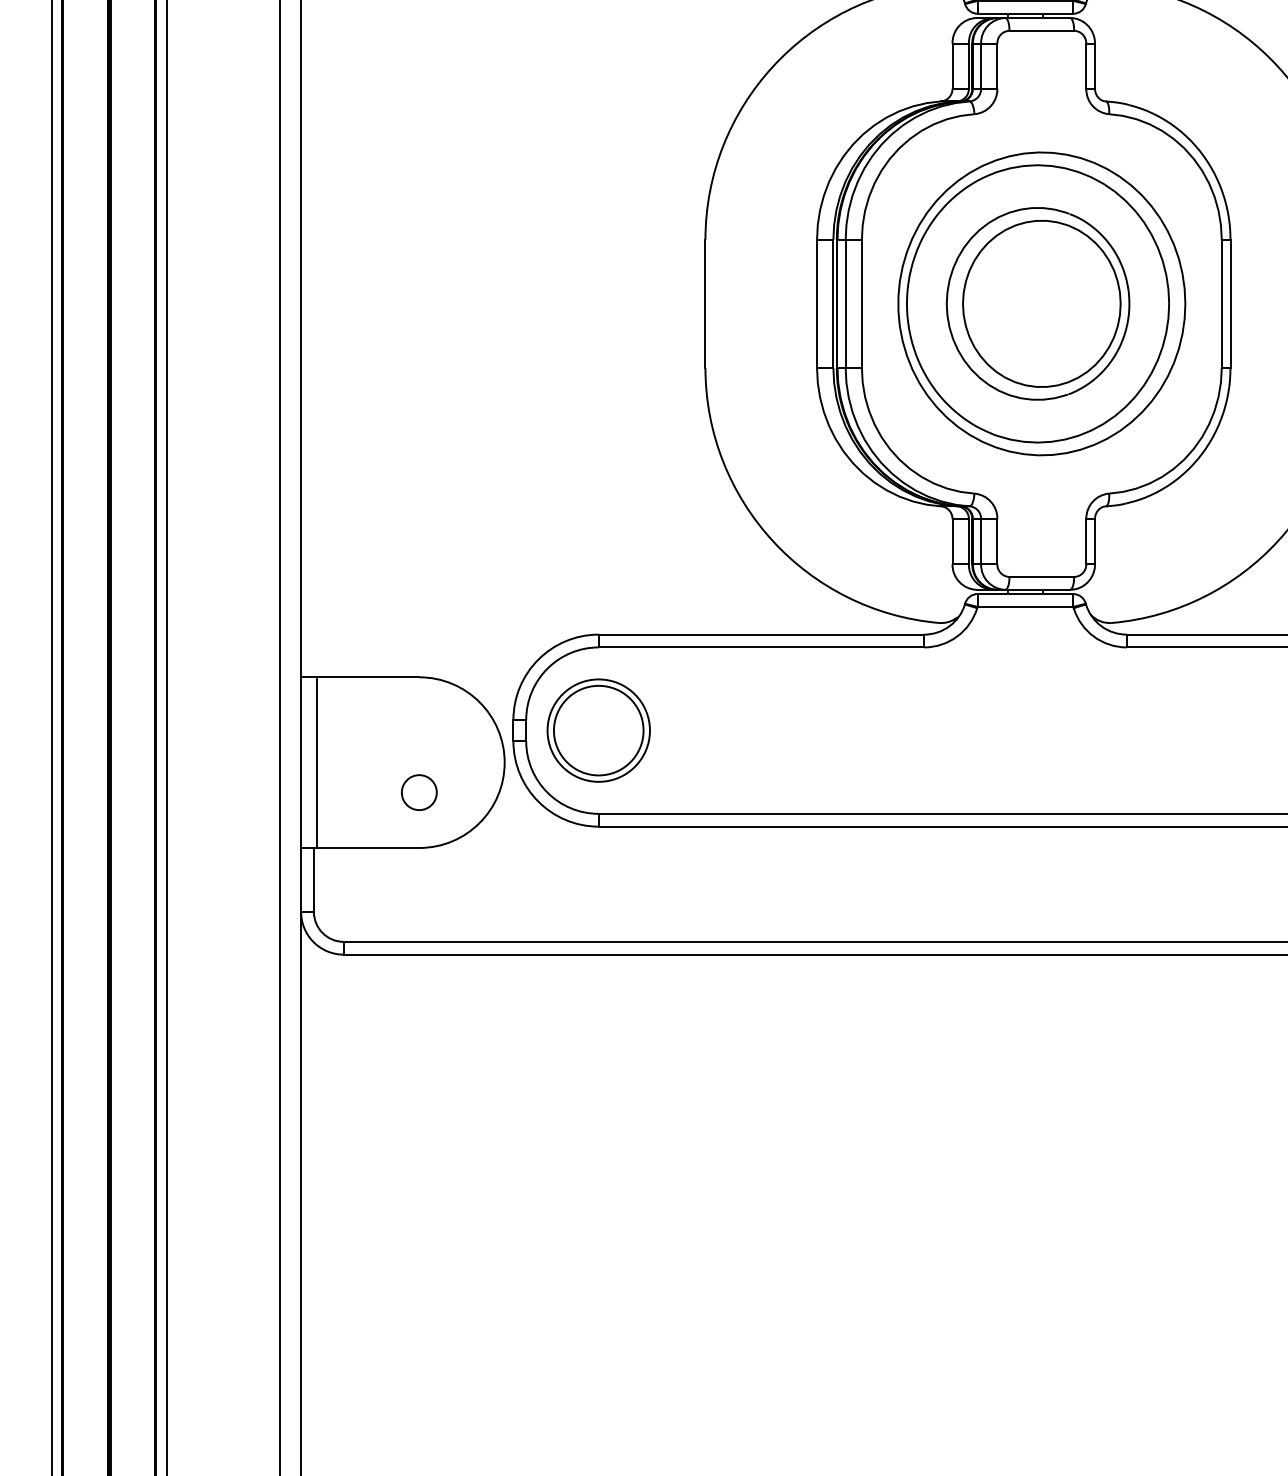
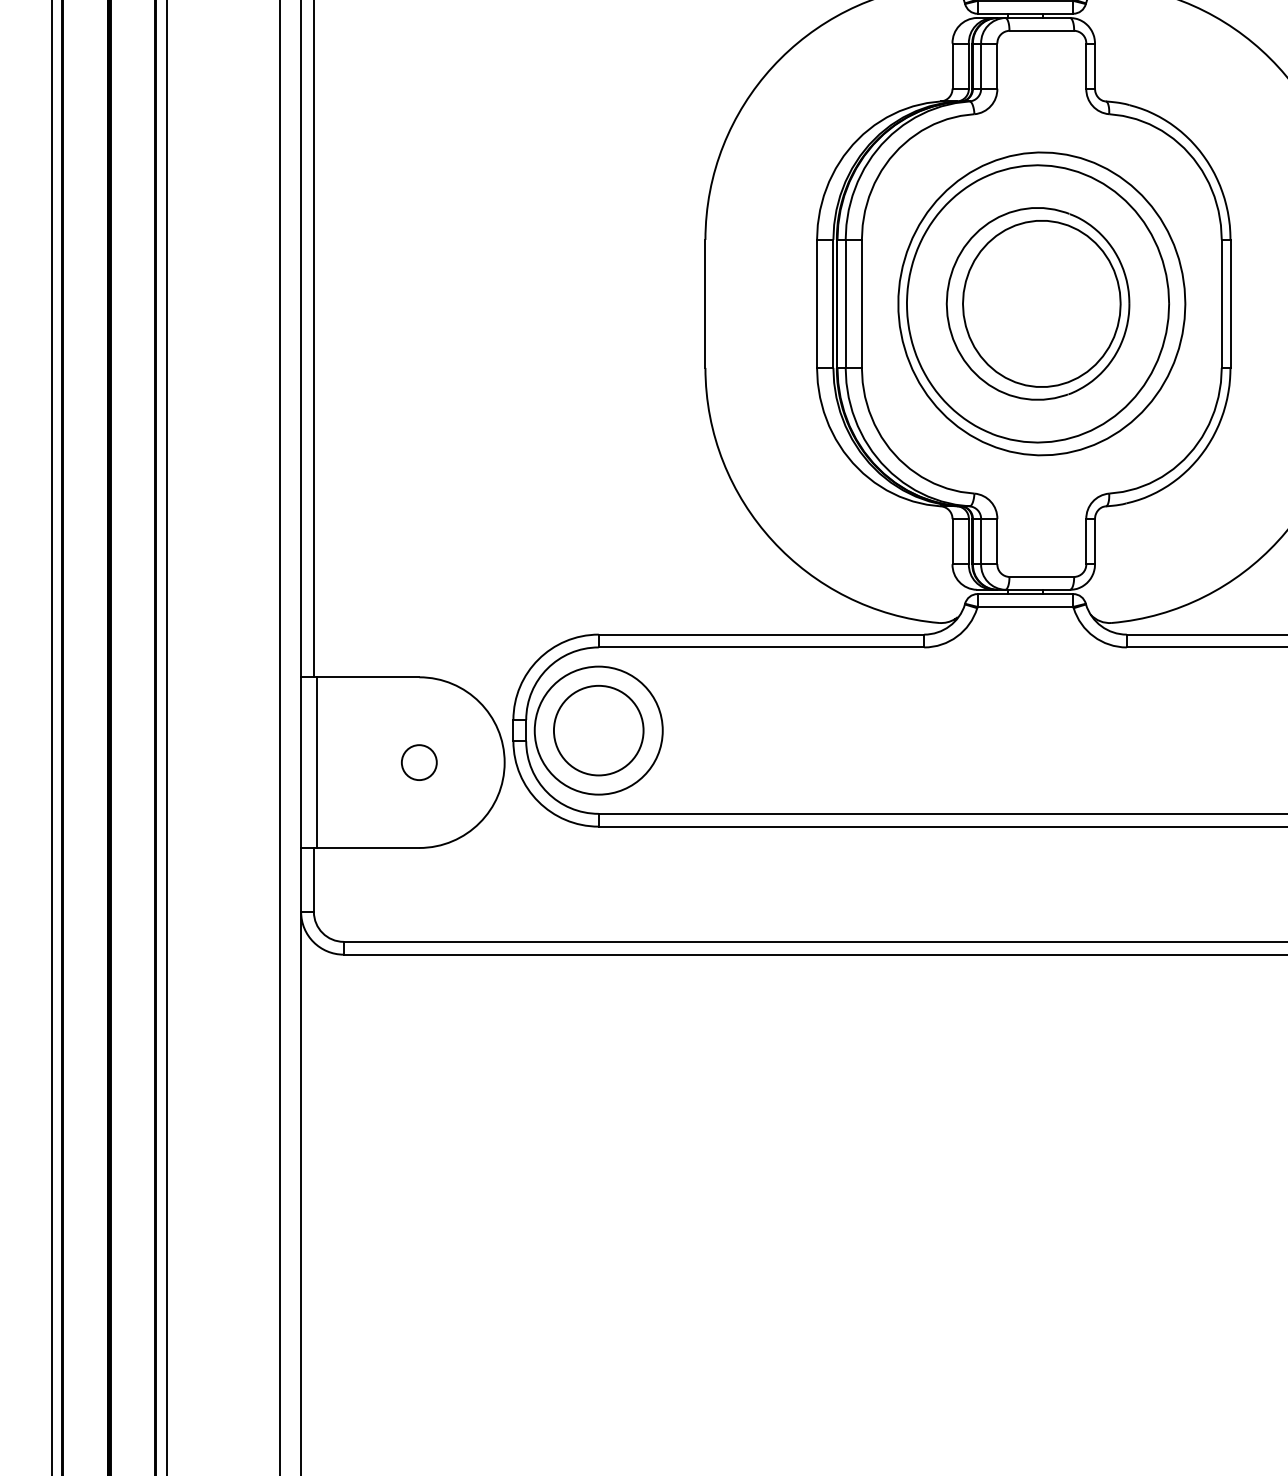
line at (313, 339): none -> present
circle at (598, 730) diameter: 102 px -> 128 px
circle at (419, 792) position: (419, 792) -> (419, 762)
